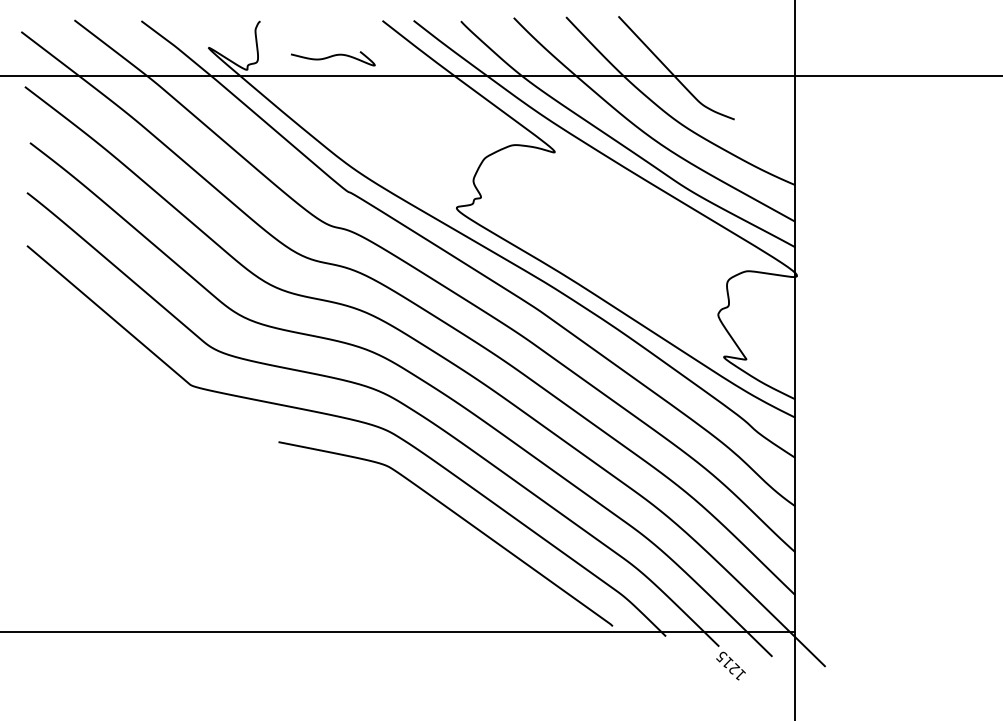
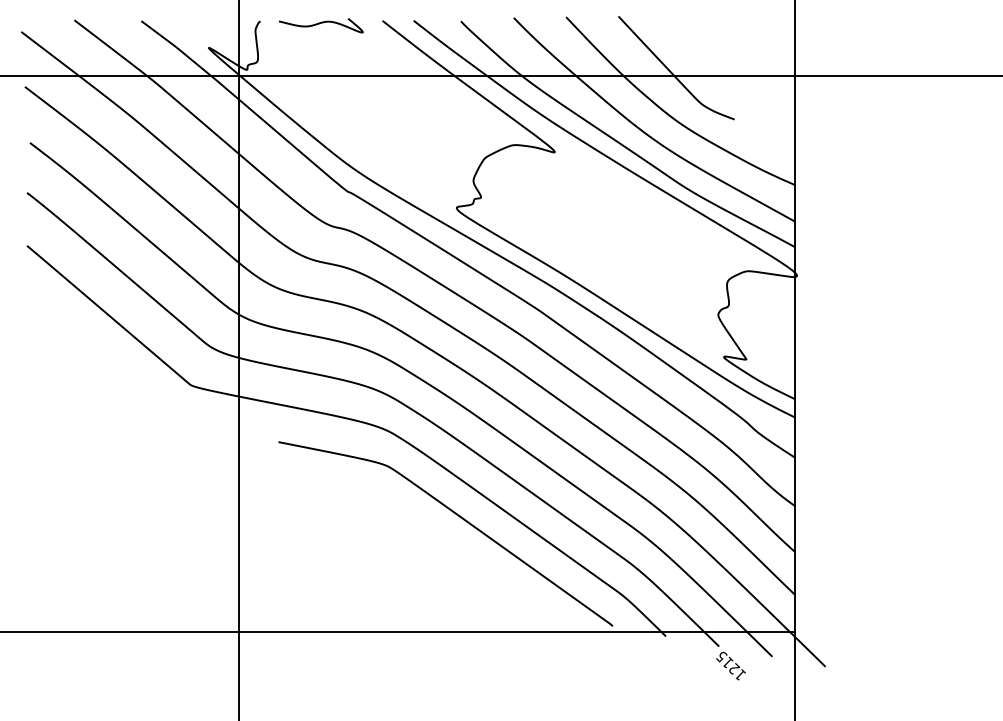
curve at (333, 56) position: (333, 56) -> (321, 23)
line at (239, 359): none -> present
